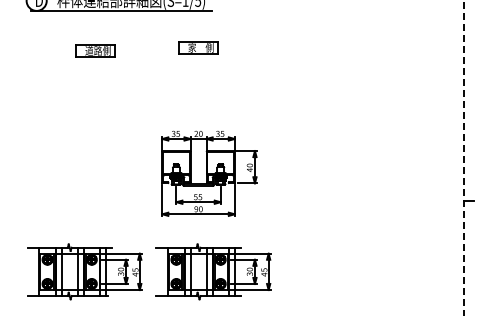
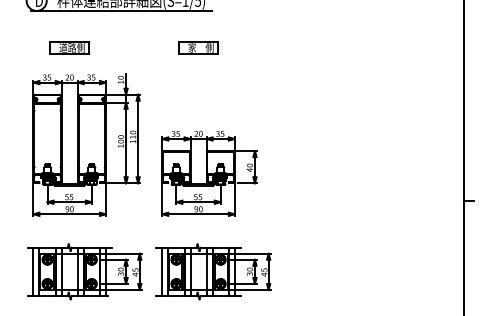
part at (95, 50) position: (95, 50) -> (69, 47)
part at (86, 144): none -> present
line at (463, 158): dashed -> solid
line at (33, 271): none -> present
line at (162, 271): none -> present
